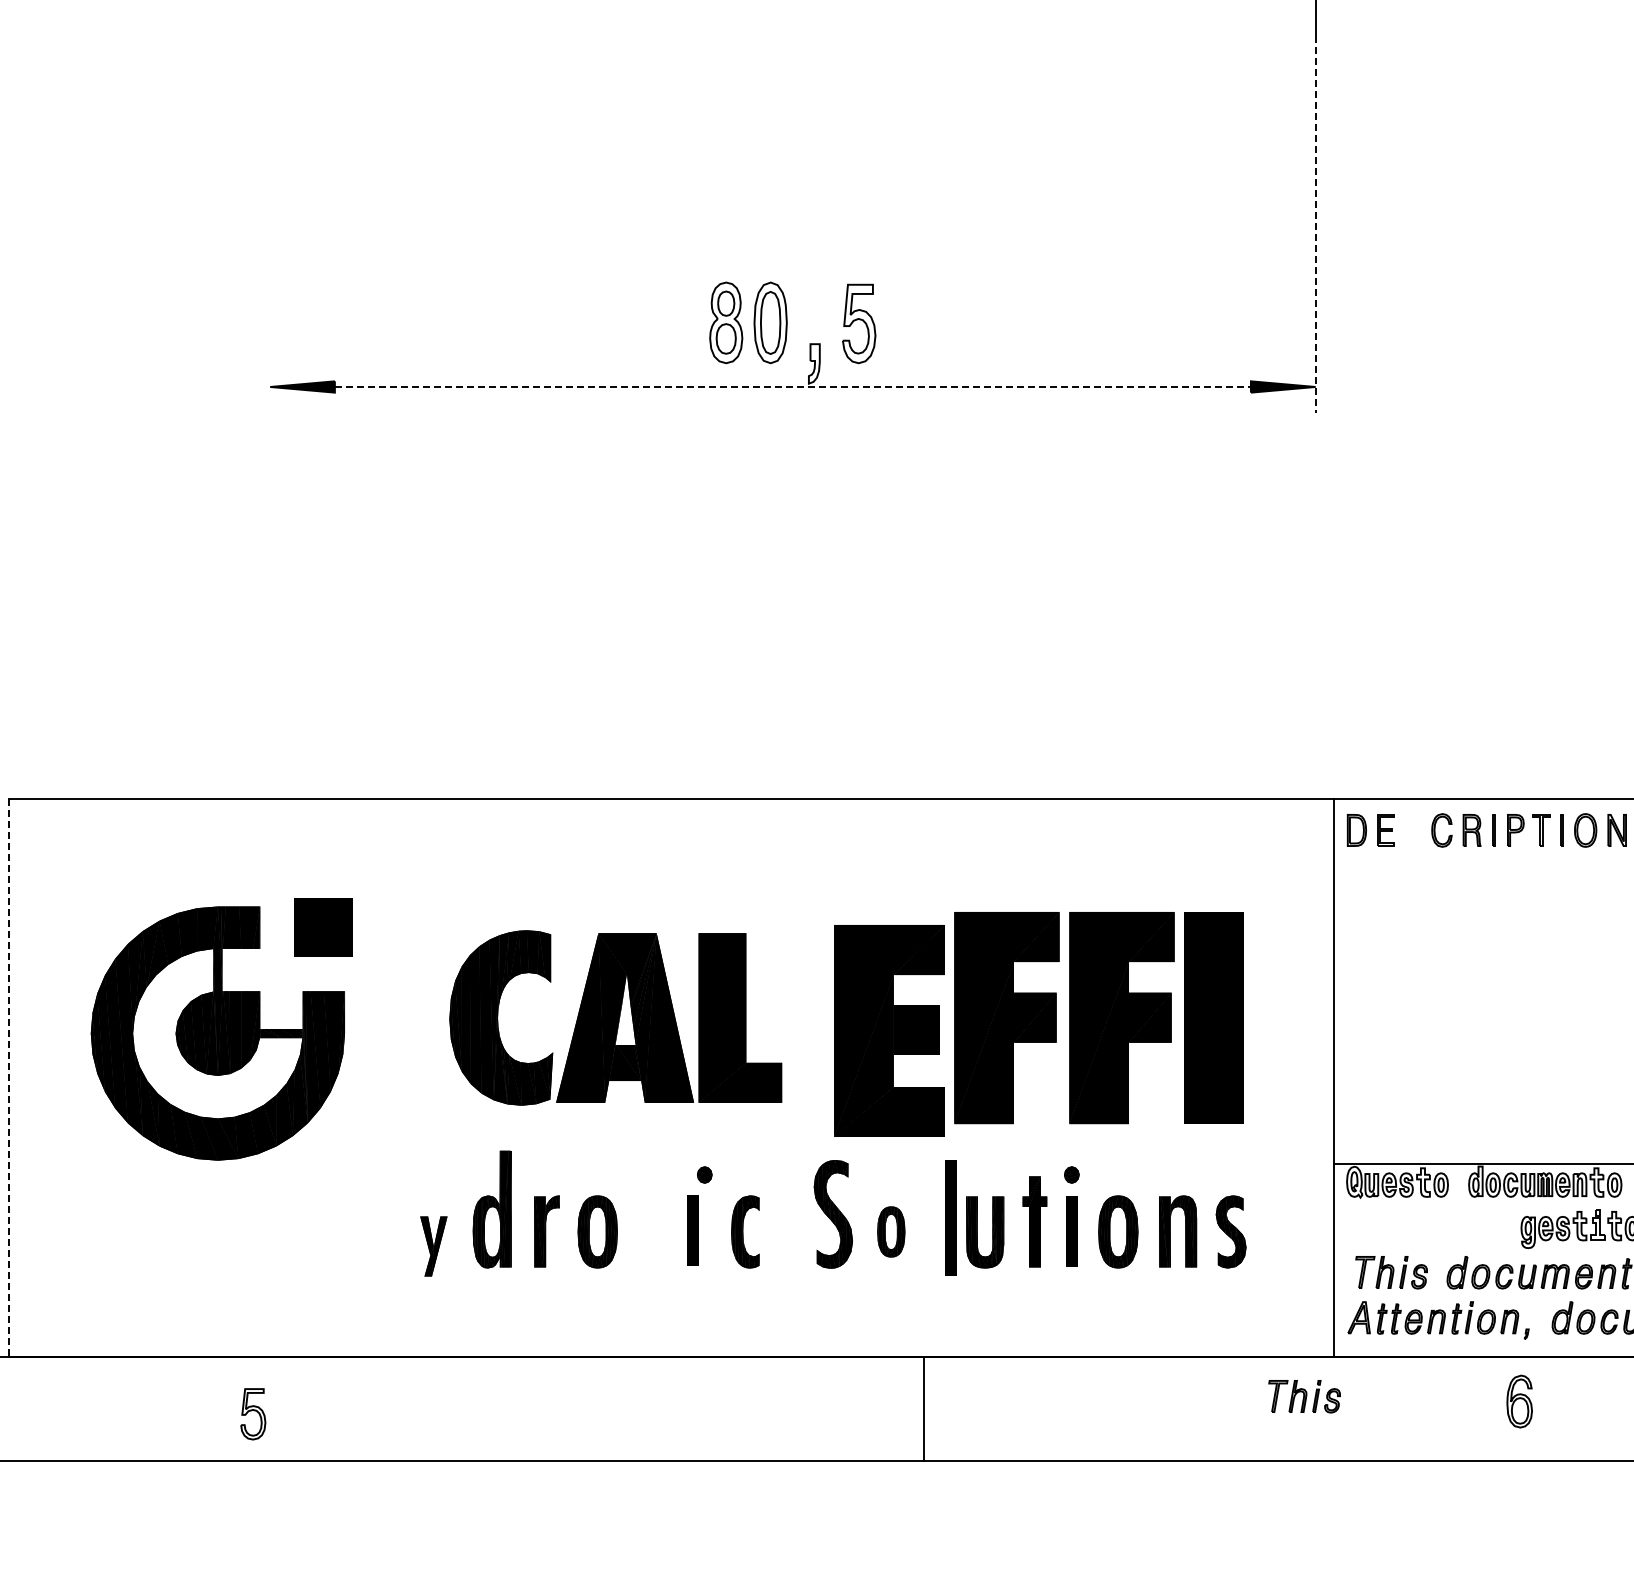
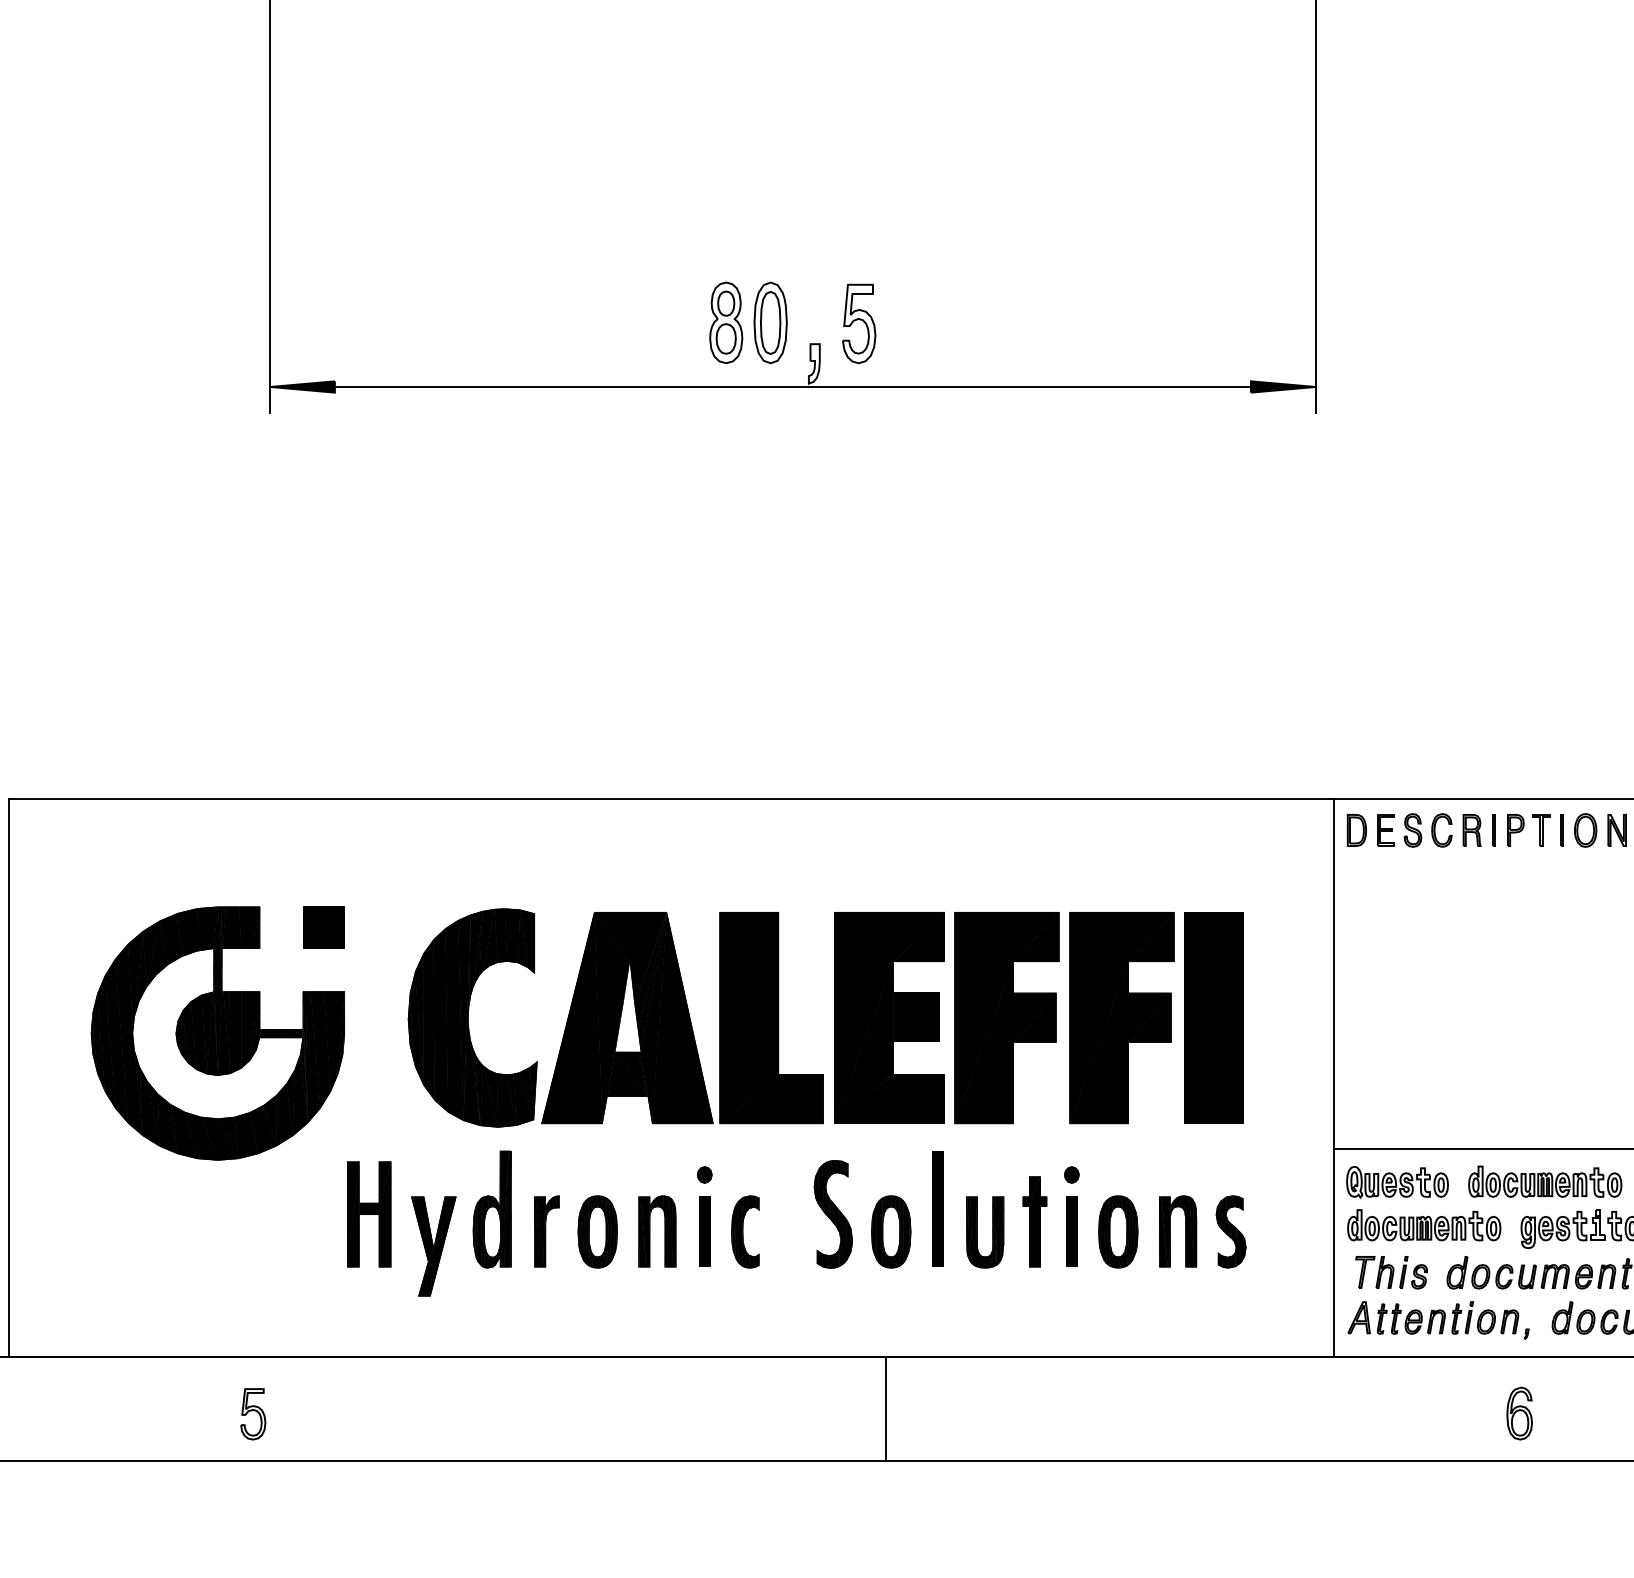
line at (270, 207): none -> present
line at (1315, 224): dashed -> solid
line at (793, 386): dashed -> solid
part at (1412, 830): none -> present
part at (323, 927) size: 59x59 px -> 42x43 px
part at (615, 1017) size: 334x176 px -> 417x220 px
part at (889, 1030) position: (889, 1030) -> (889, 1017)
line at (9, 1078): dashed -> solid
line at (1481, 1164) position: (1481, 1164) -> (1481, 1149)
part at (369, 1214): none -> present
part at (950, 1217) position: (950, 1217) -> (937, 1208)
part at (1424, 1225): none -> present
part at (692, 1230) position: (692, 1230) -> (704, 1231)
part at (650, 1231): none -> present
part at (891, 1231) size: 29x52 px -> 41x74 px
part at (433, 1246) size: 28x61 px -> 46x101 px
part at (1304, 1396): present -> none
part at (1519, 1401) position: (1519, 1401) -> (1519, 1413)
line at (923, 1408) position: (923, 1408) -> (885, 1408)
